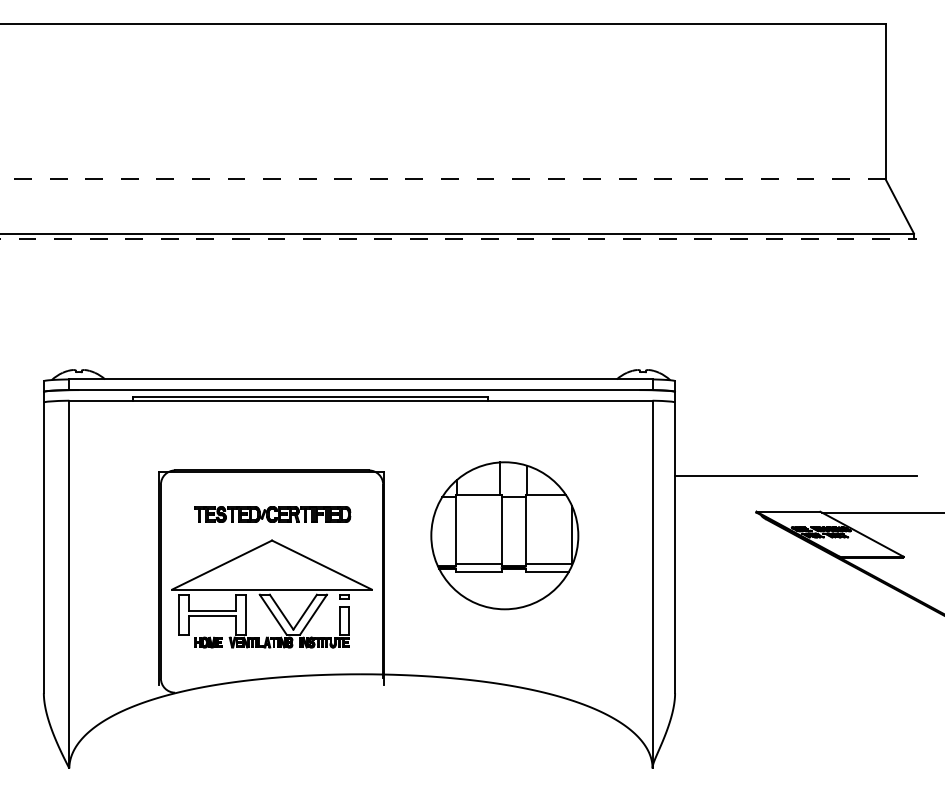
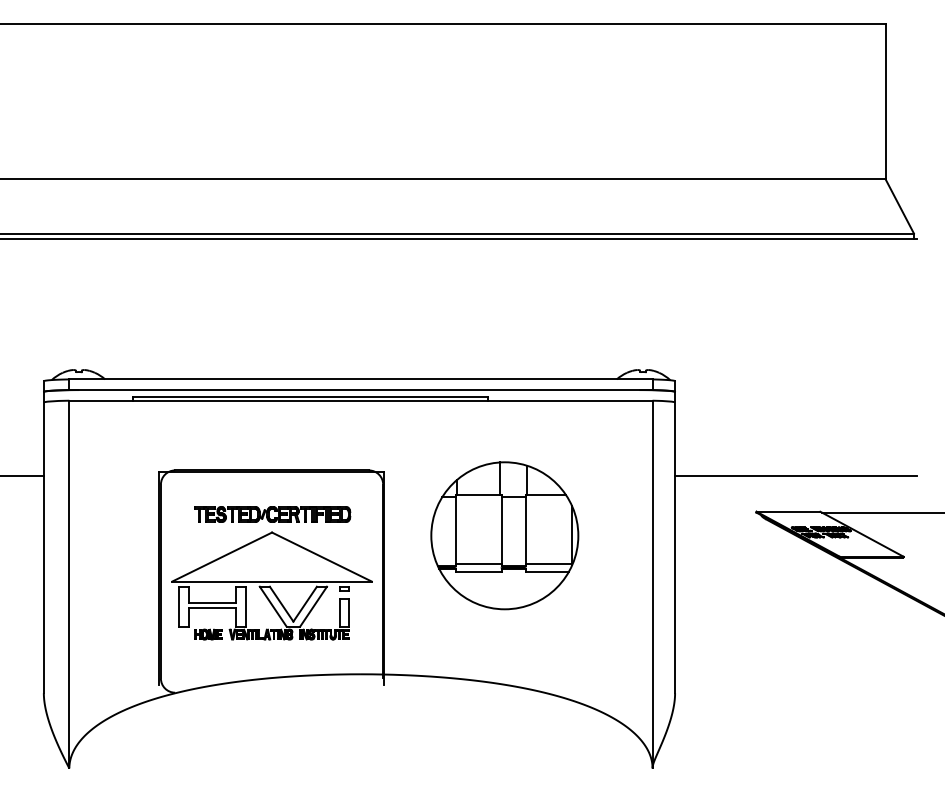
line at (442, 179): dashed -> solid
line at (458, 238): dashed -> solid
line at (22, 475): none -> present
part at (271, 593) position: (271, 593) -> (271, 585)
